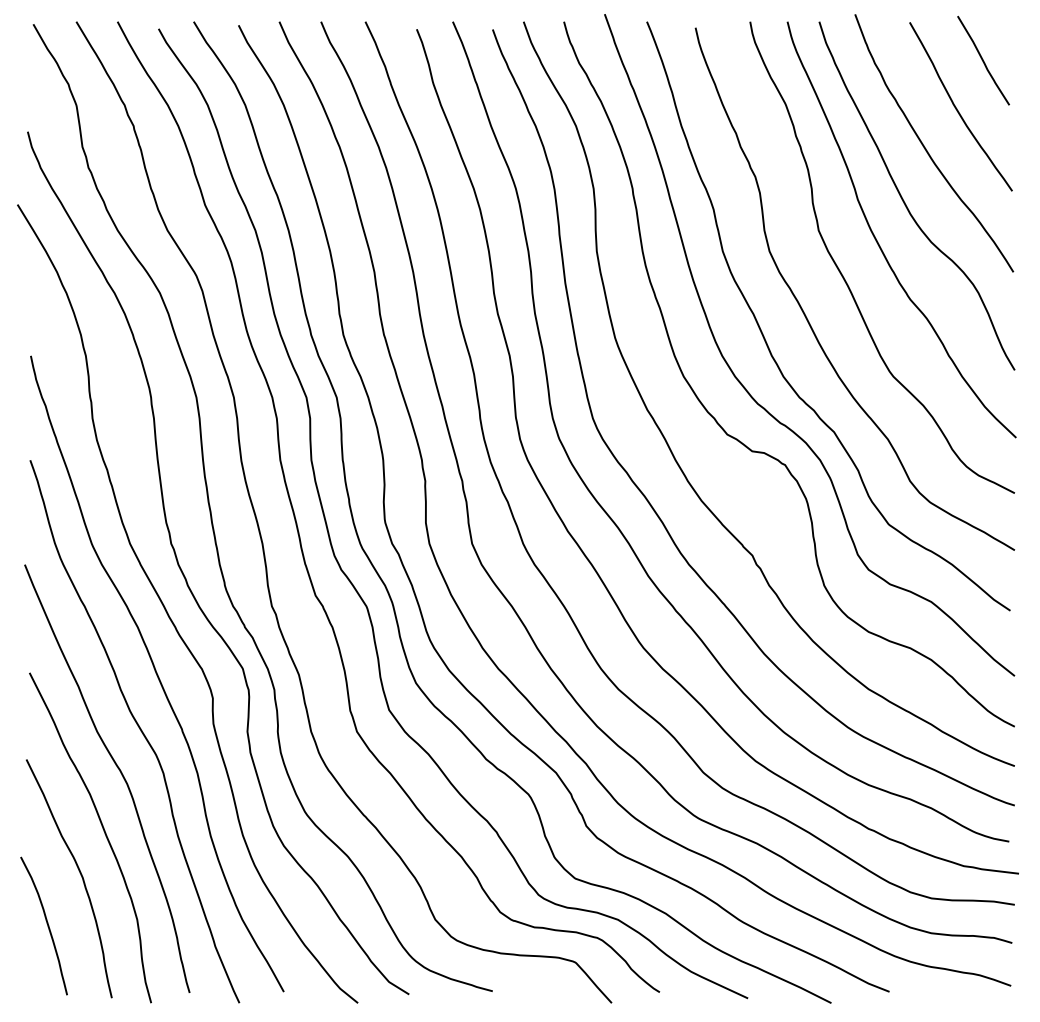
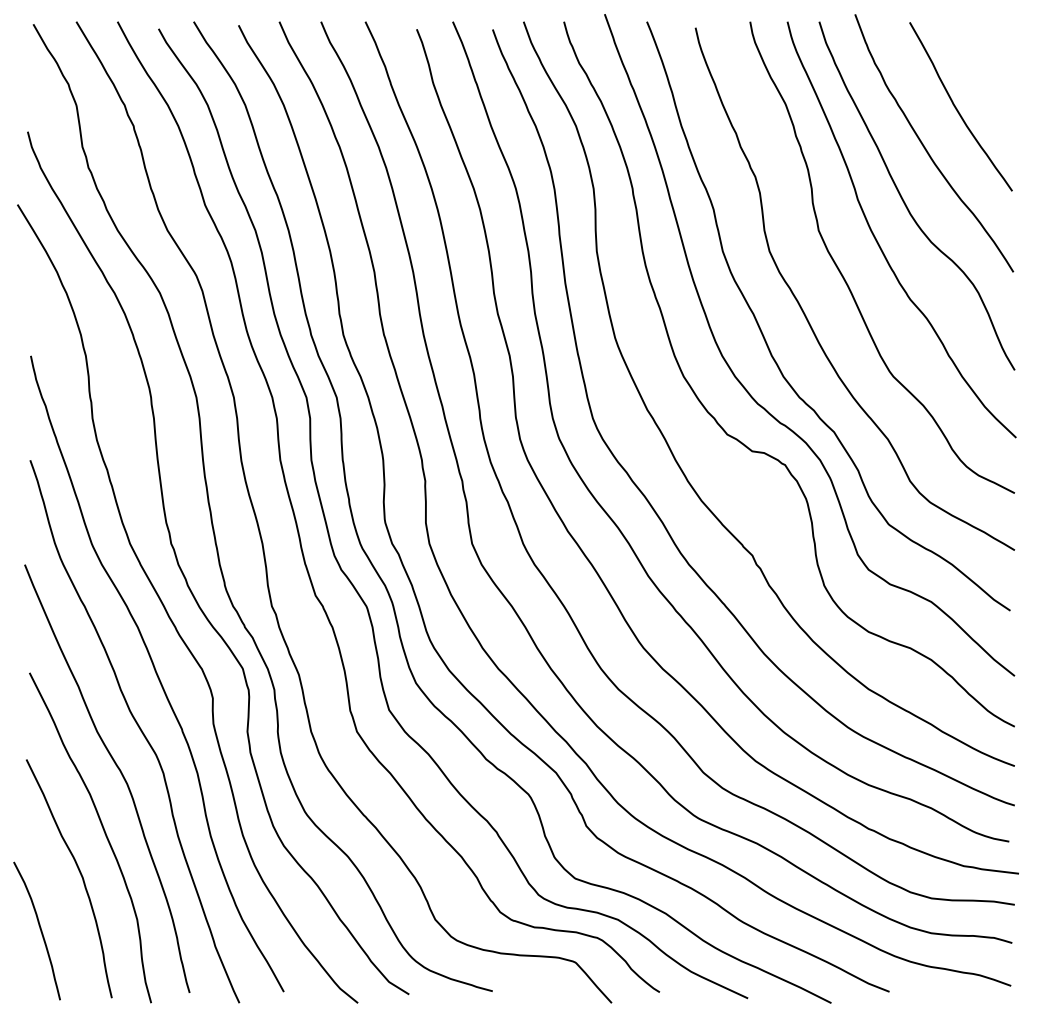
curve at (983, 60): present -> none
curve at (46, 923) position: (46, 923) -> (39, 928)
